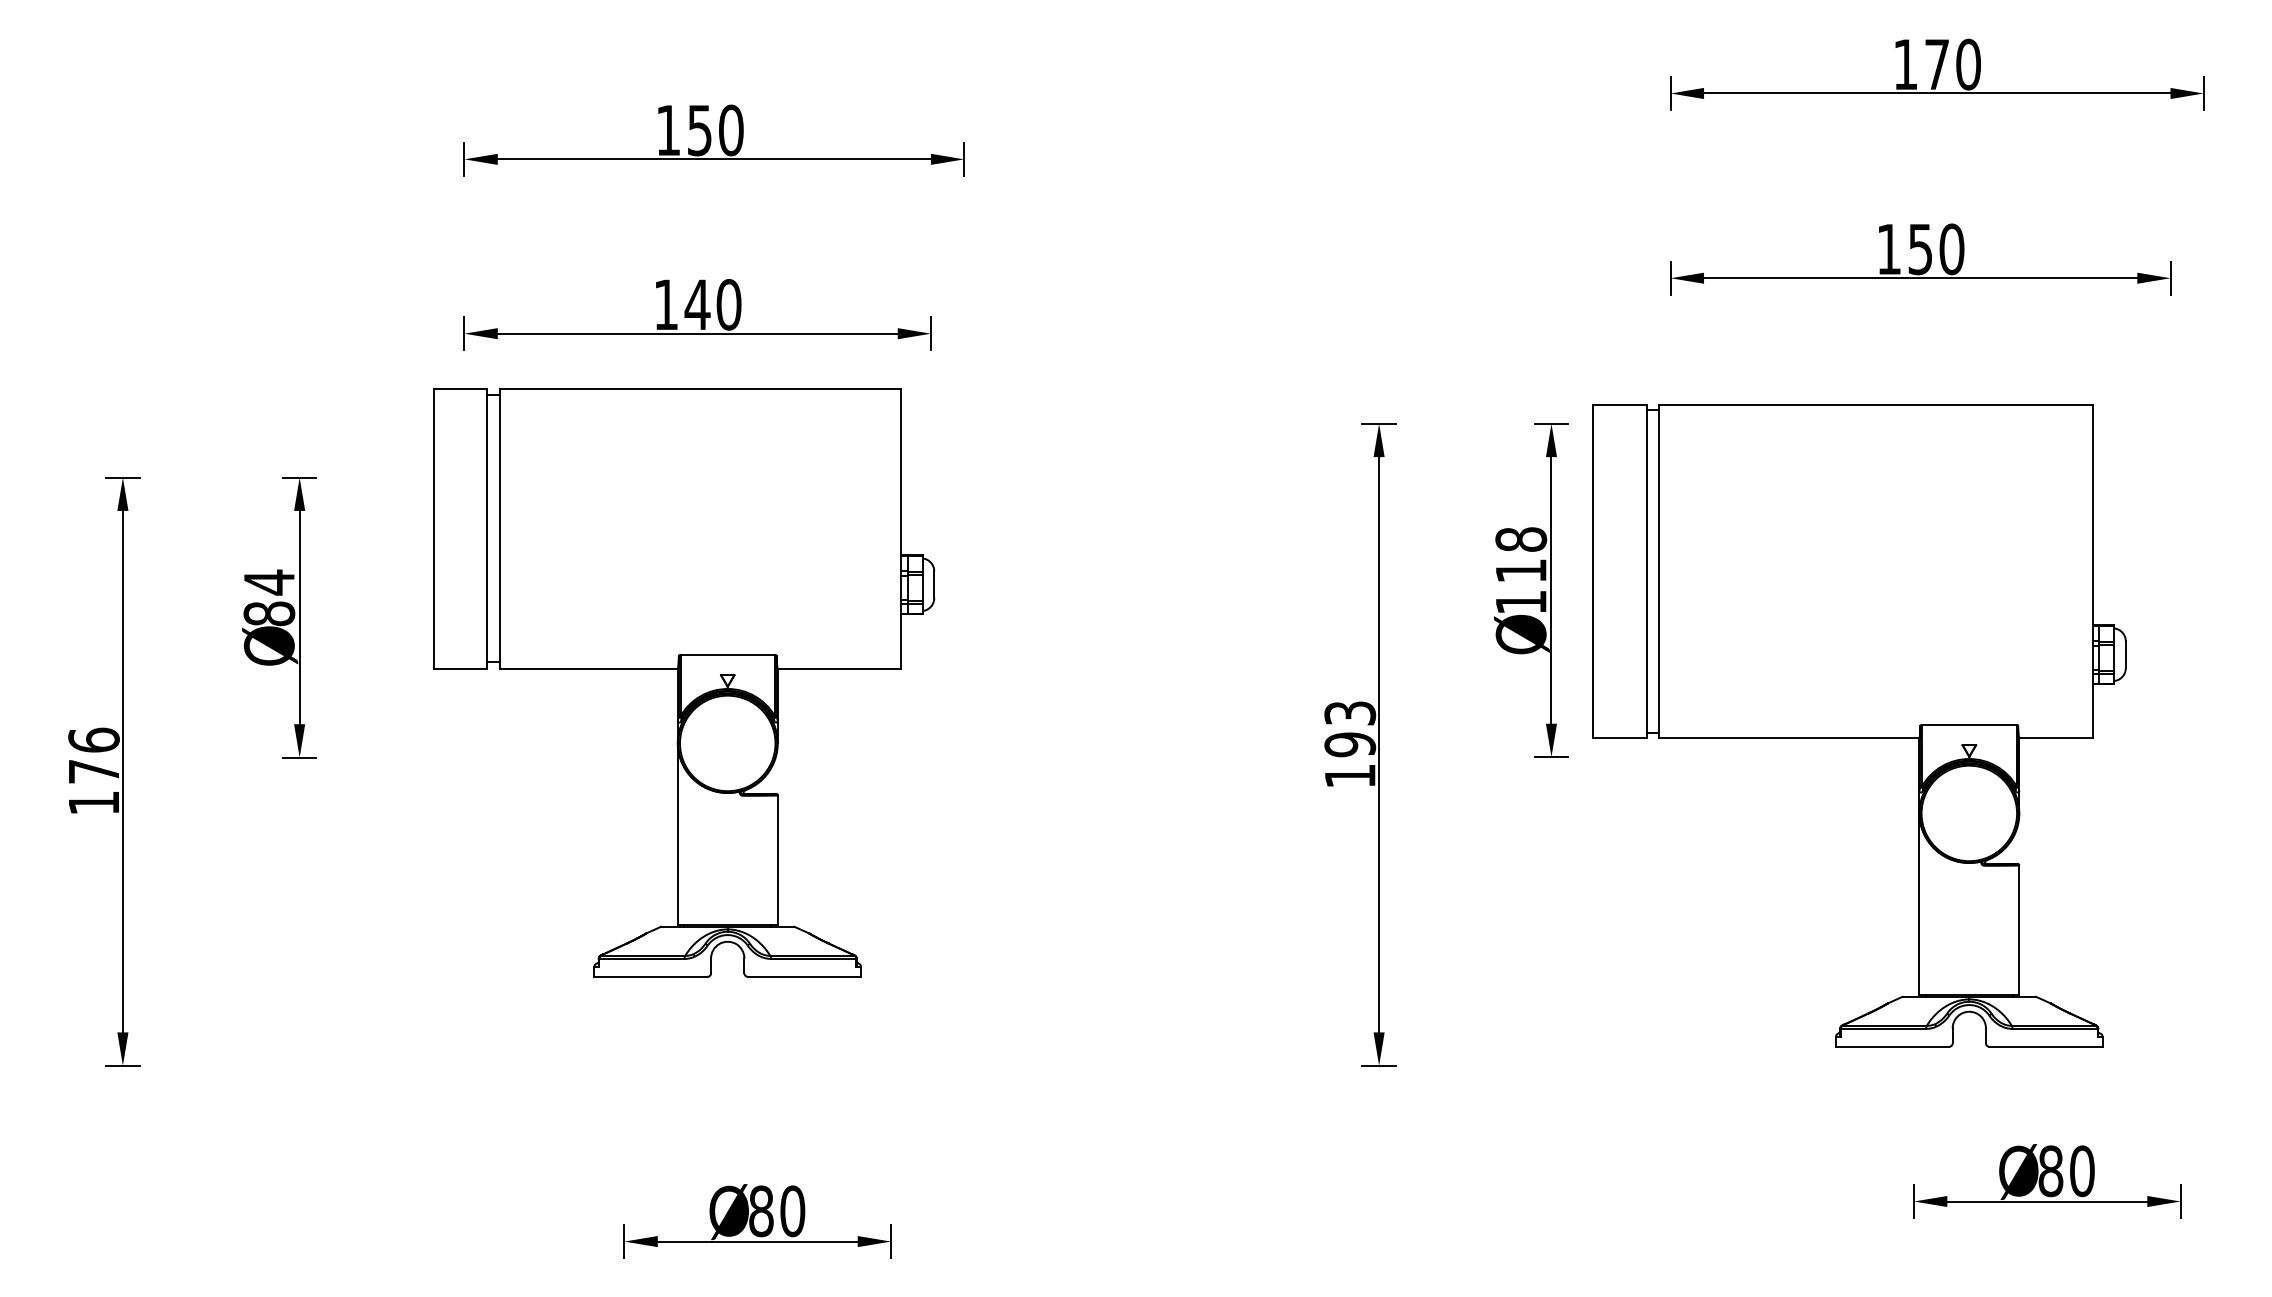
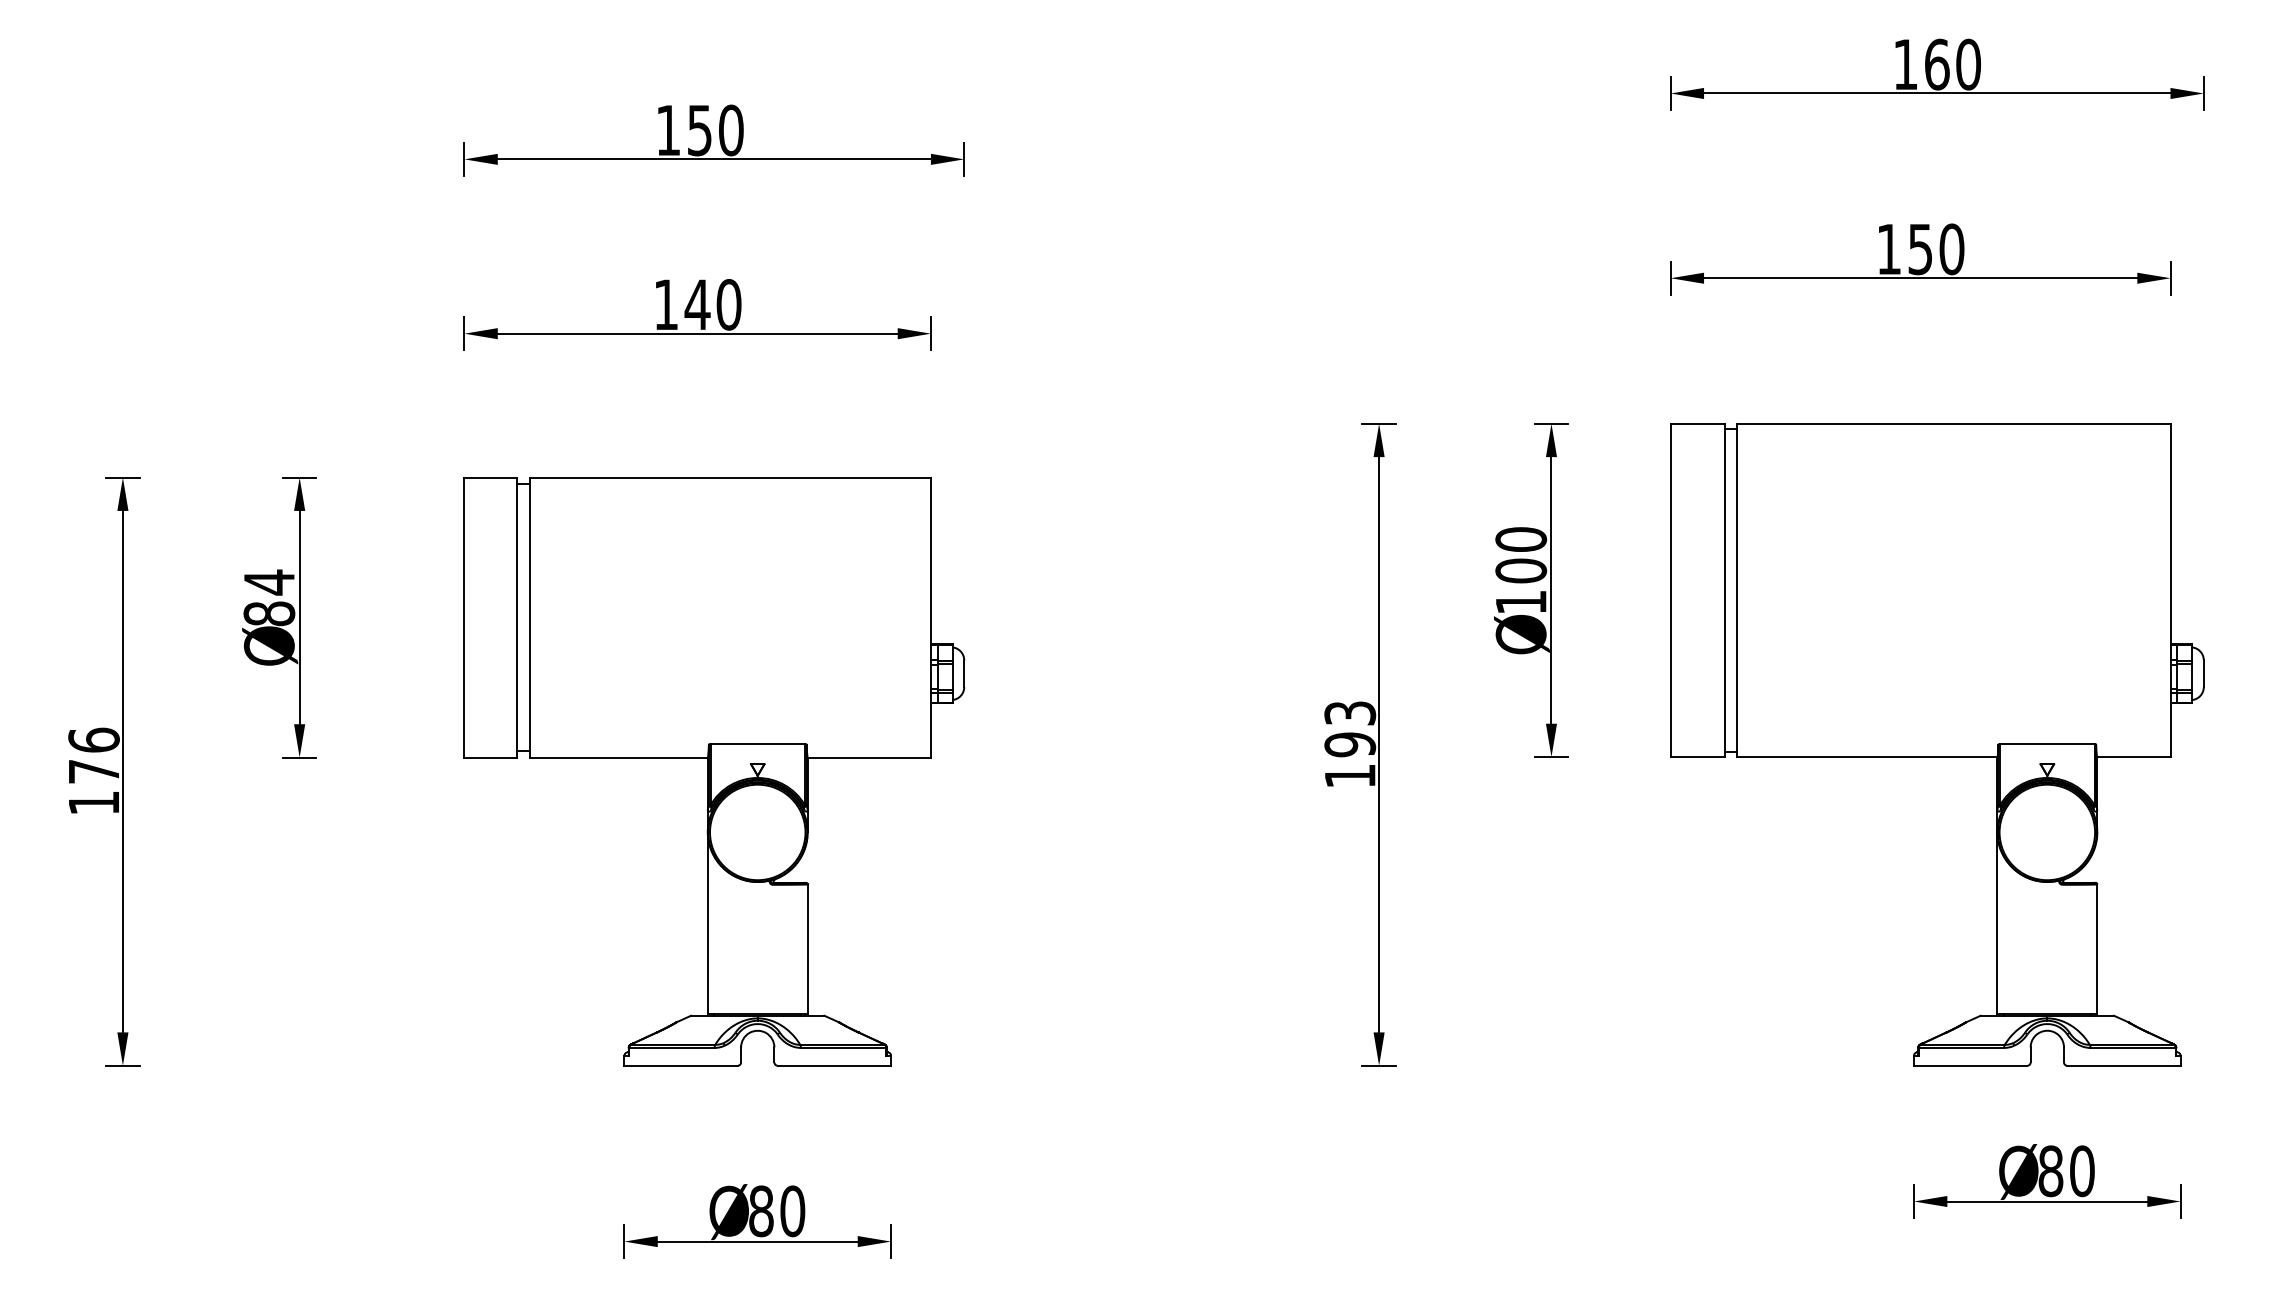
text at (1937, 64): 170 -> 160
text at (1521, 555): 118 -> 100
part at (684, 682) position: (684, 682) -> (714, 771)
part at (1859, 725) position: (1859, 725) -> (1937, 744)
